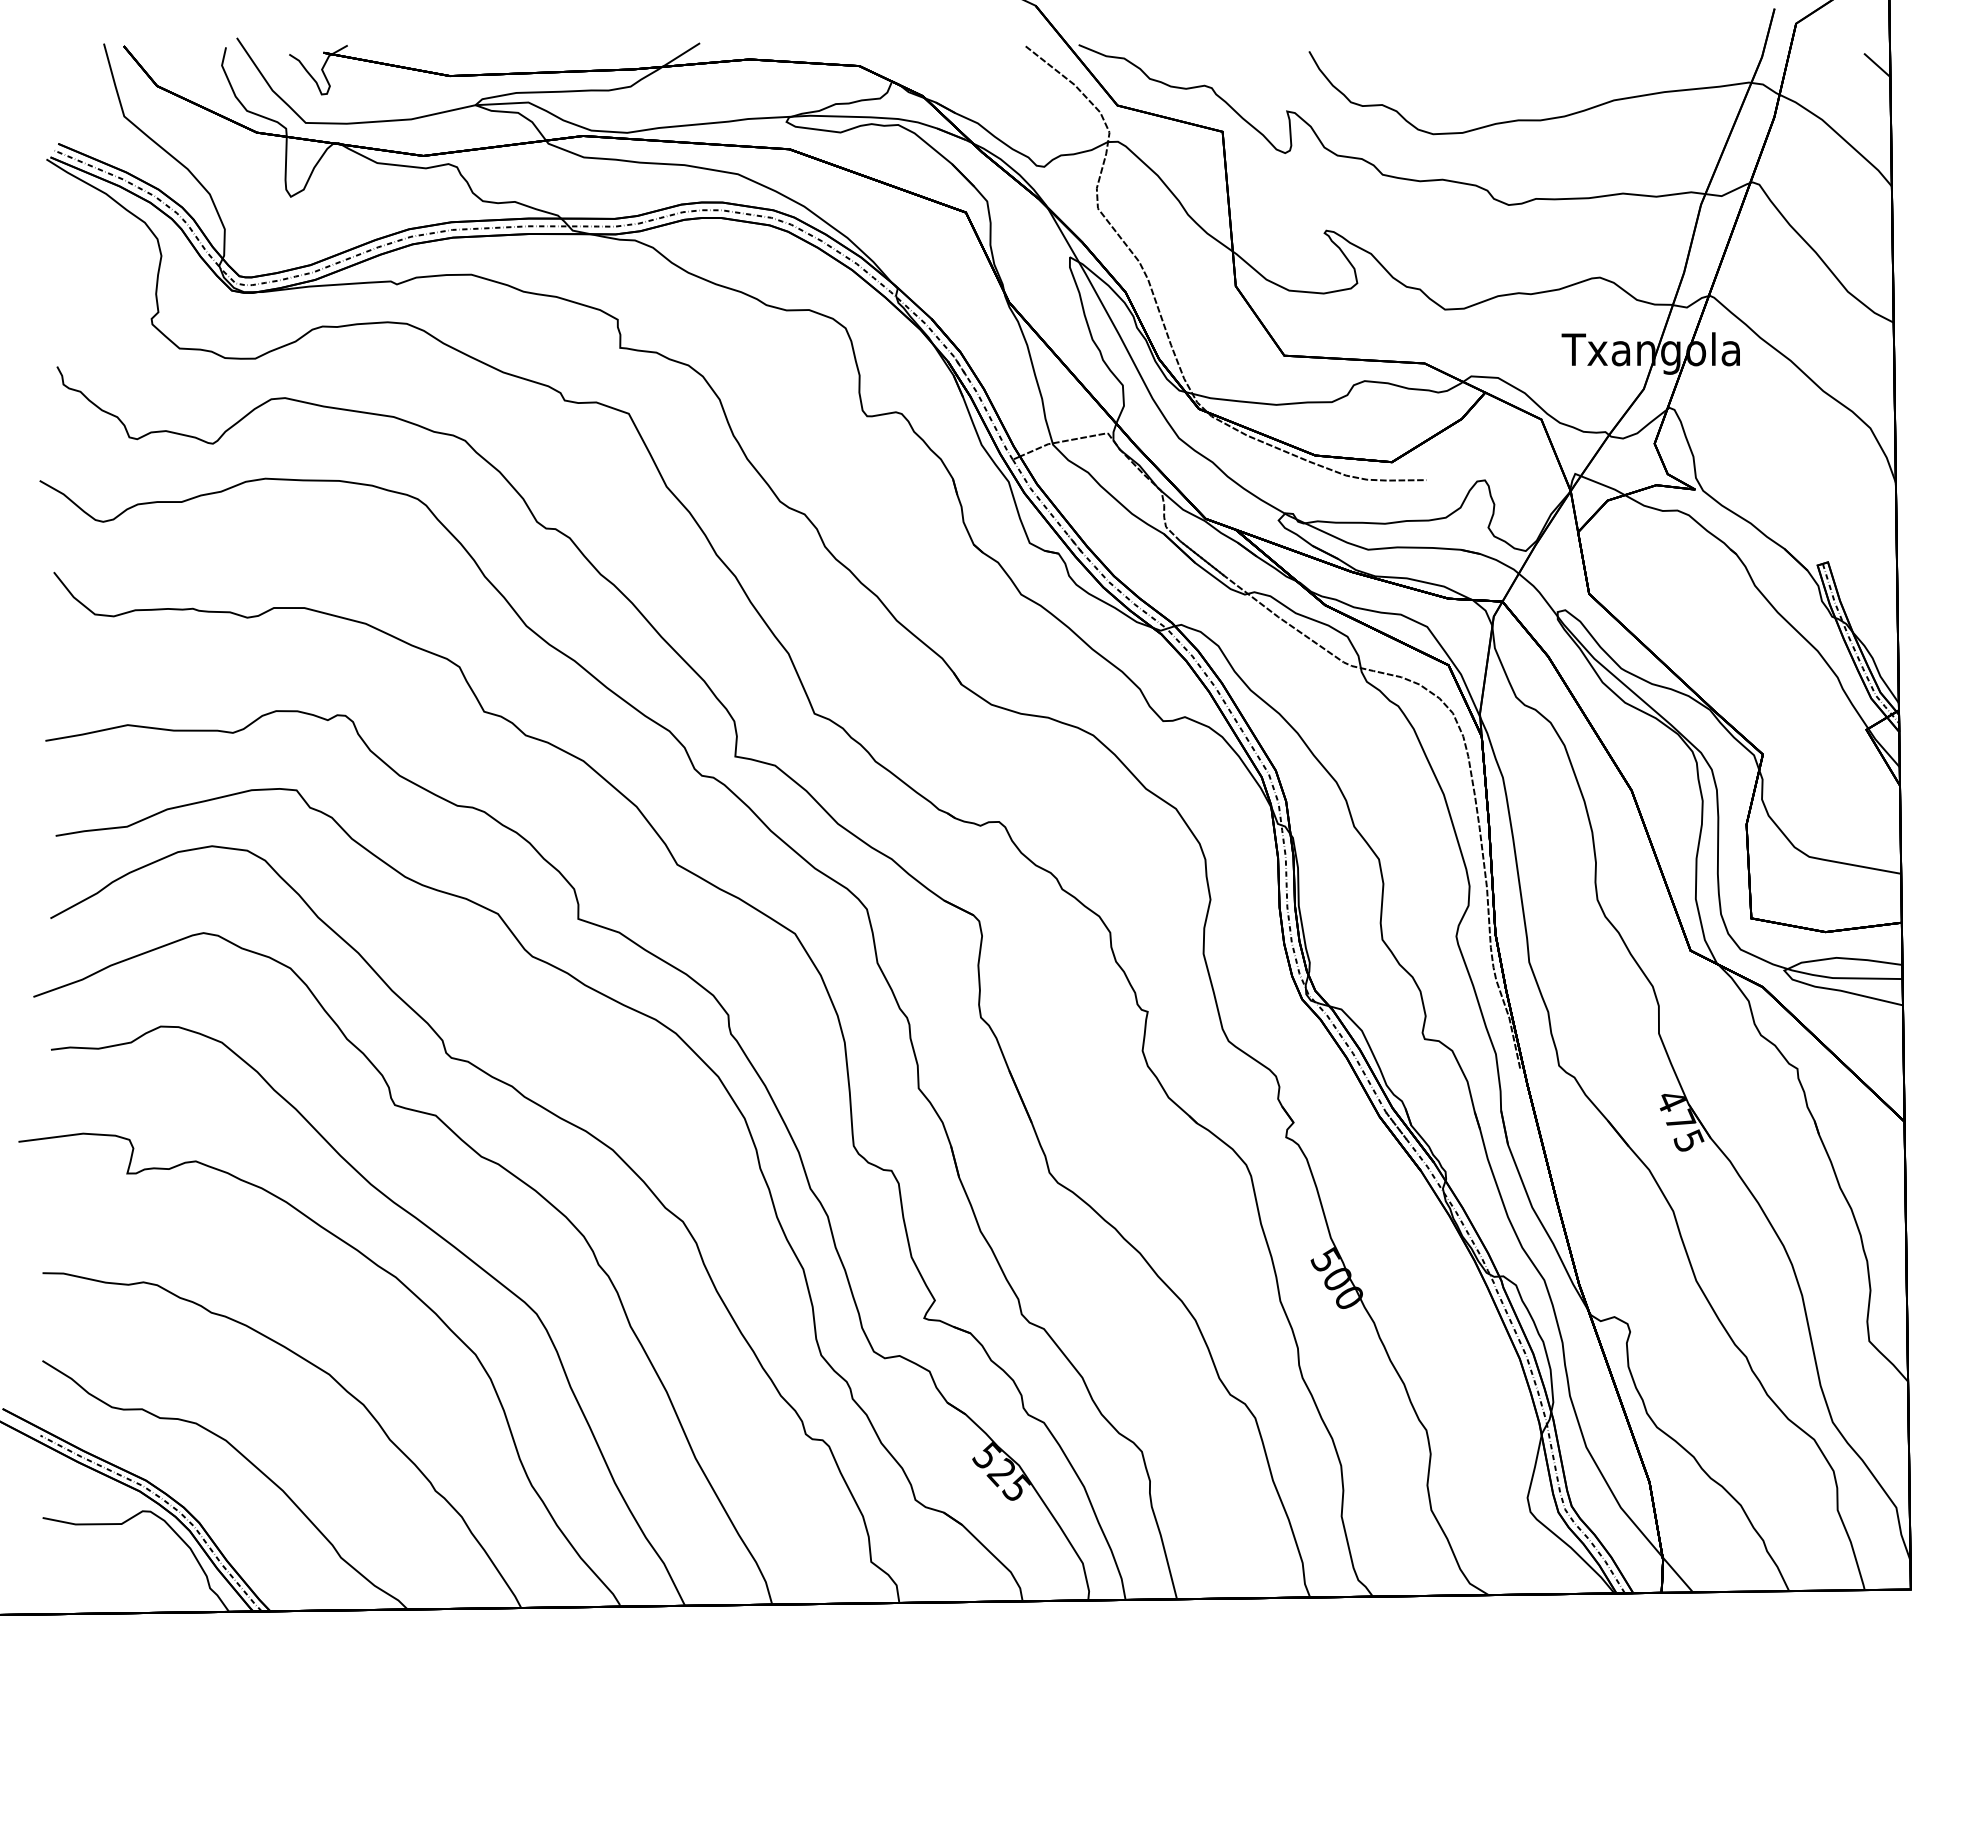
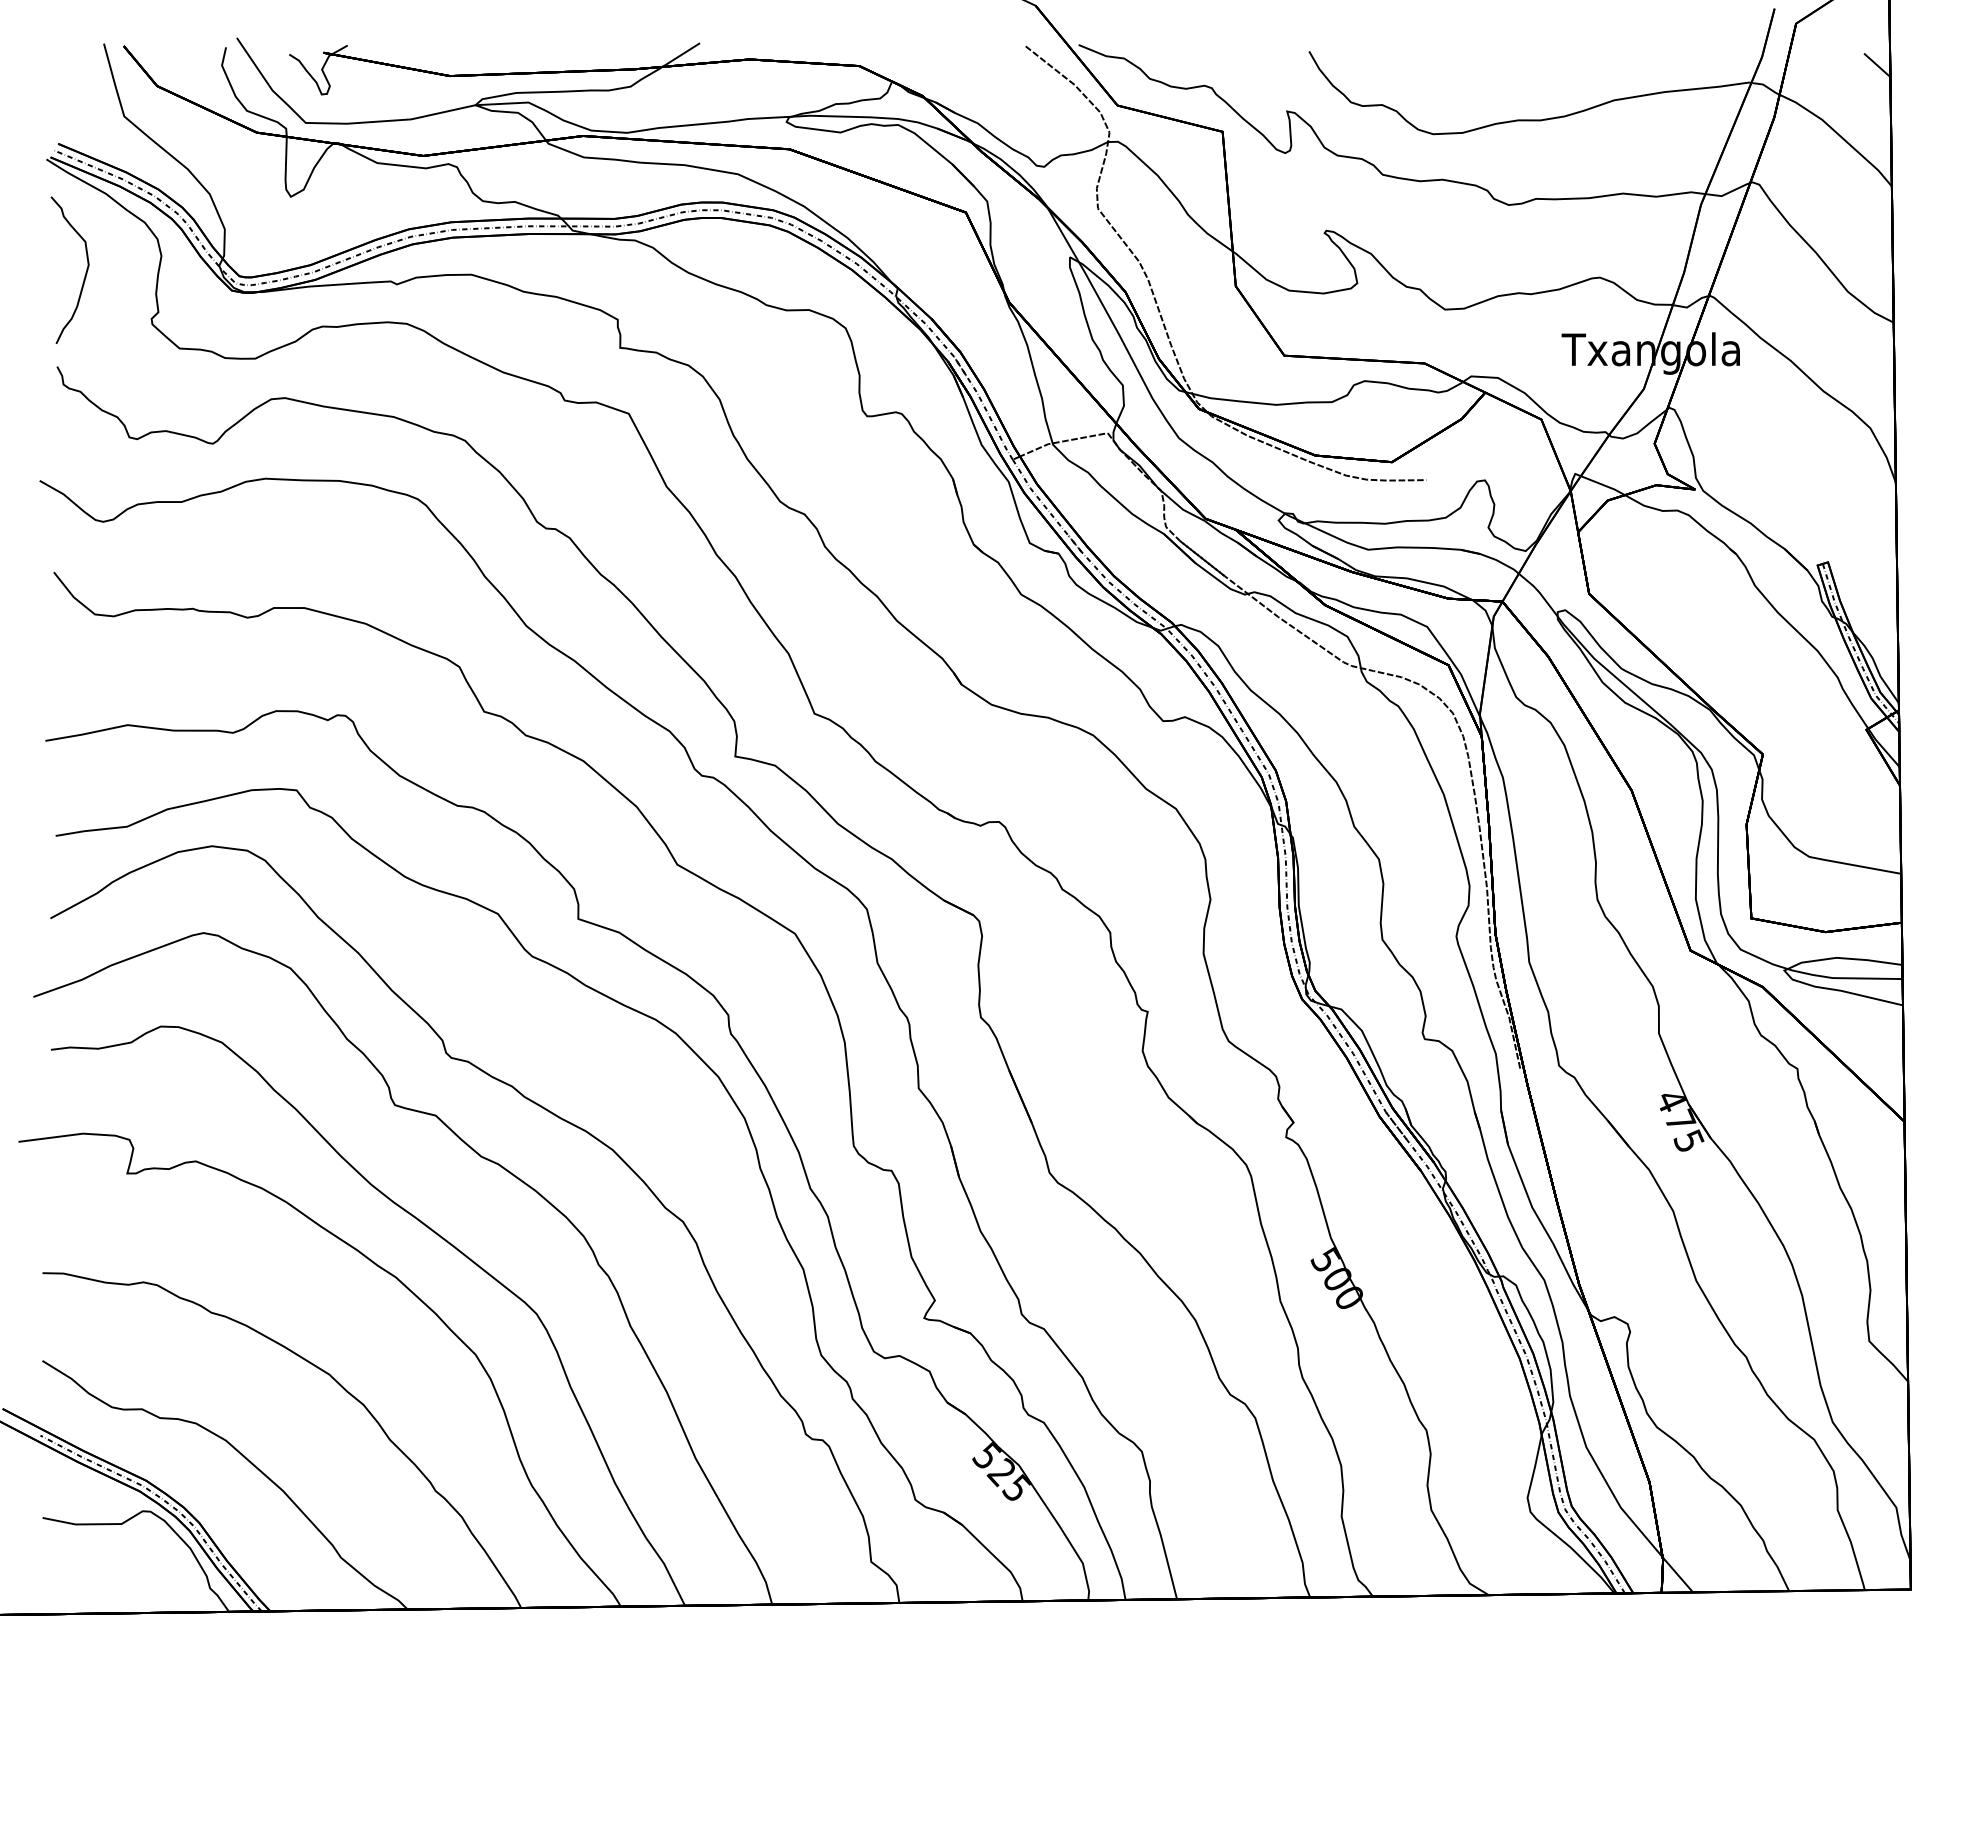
curve at (84, 275): none -> present
